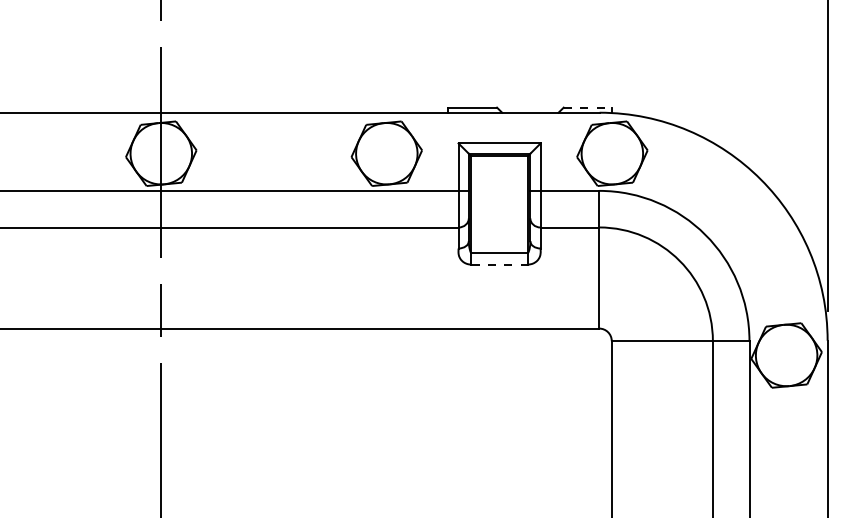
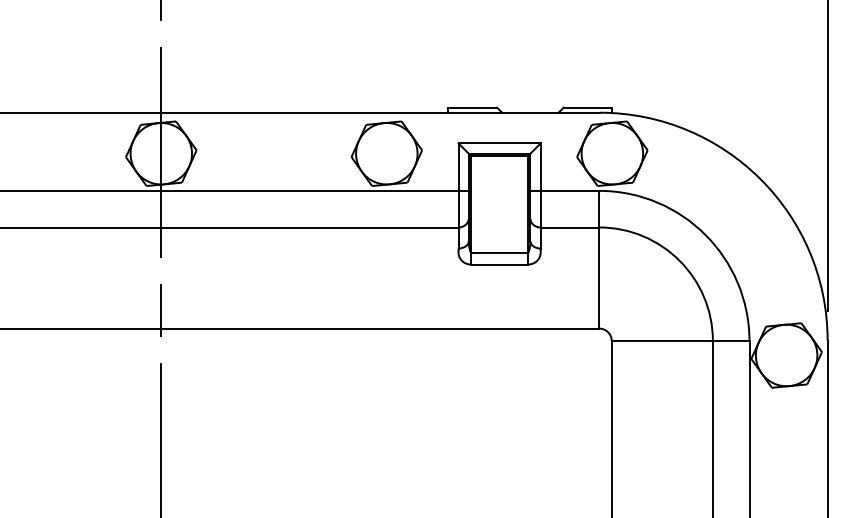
line at (588, 107): dashed -> solid
line at (500, 264): dashed -> solid
